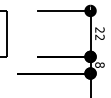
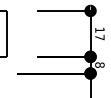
text at (99, 33): 22 -> 17
